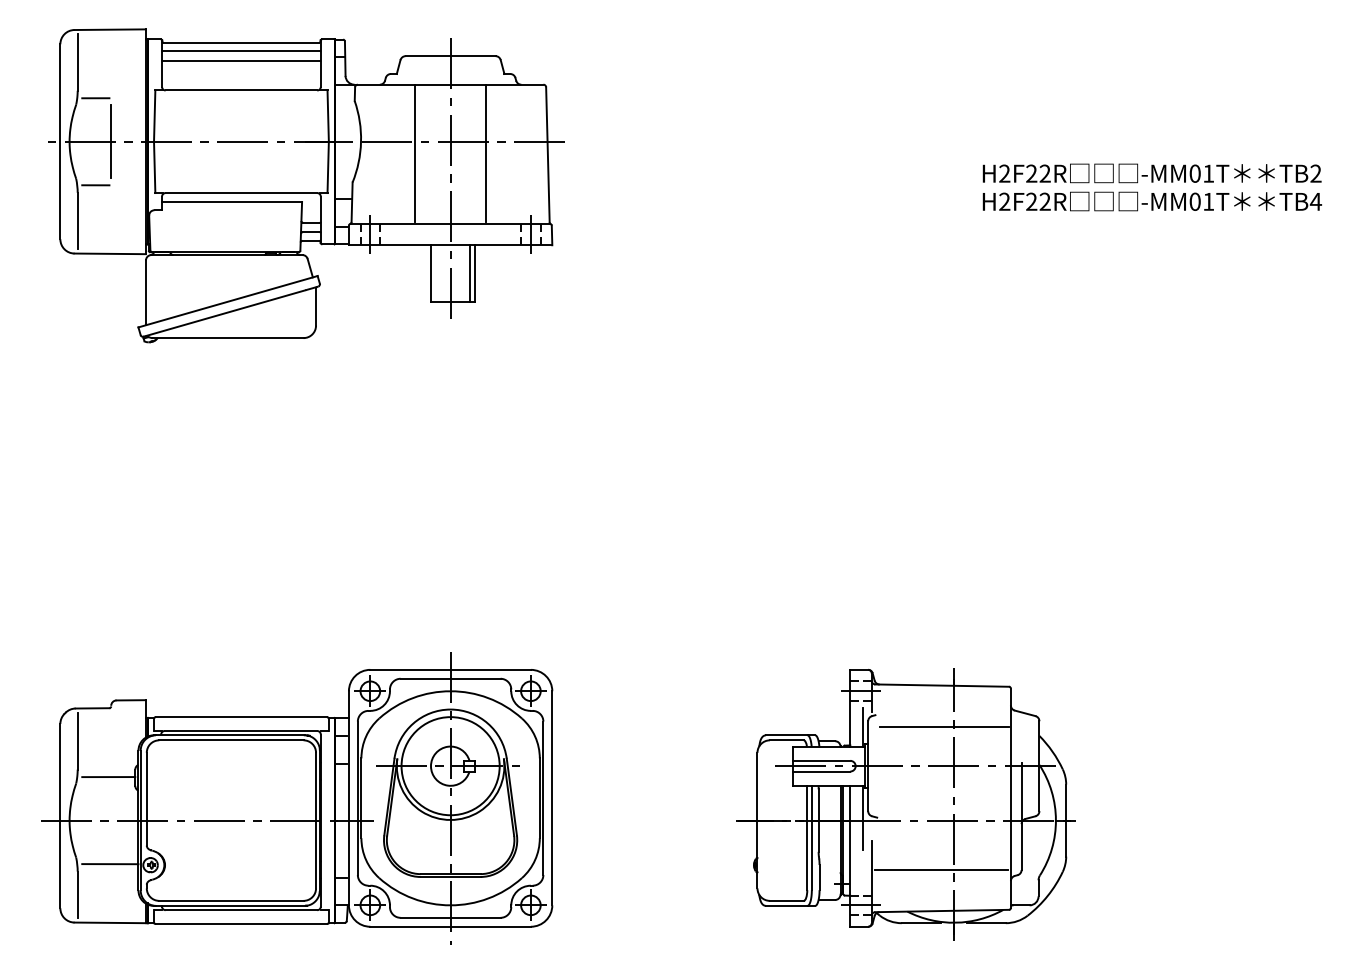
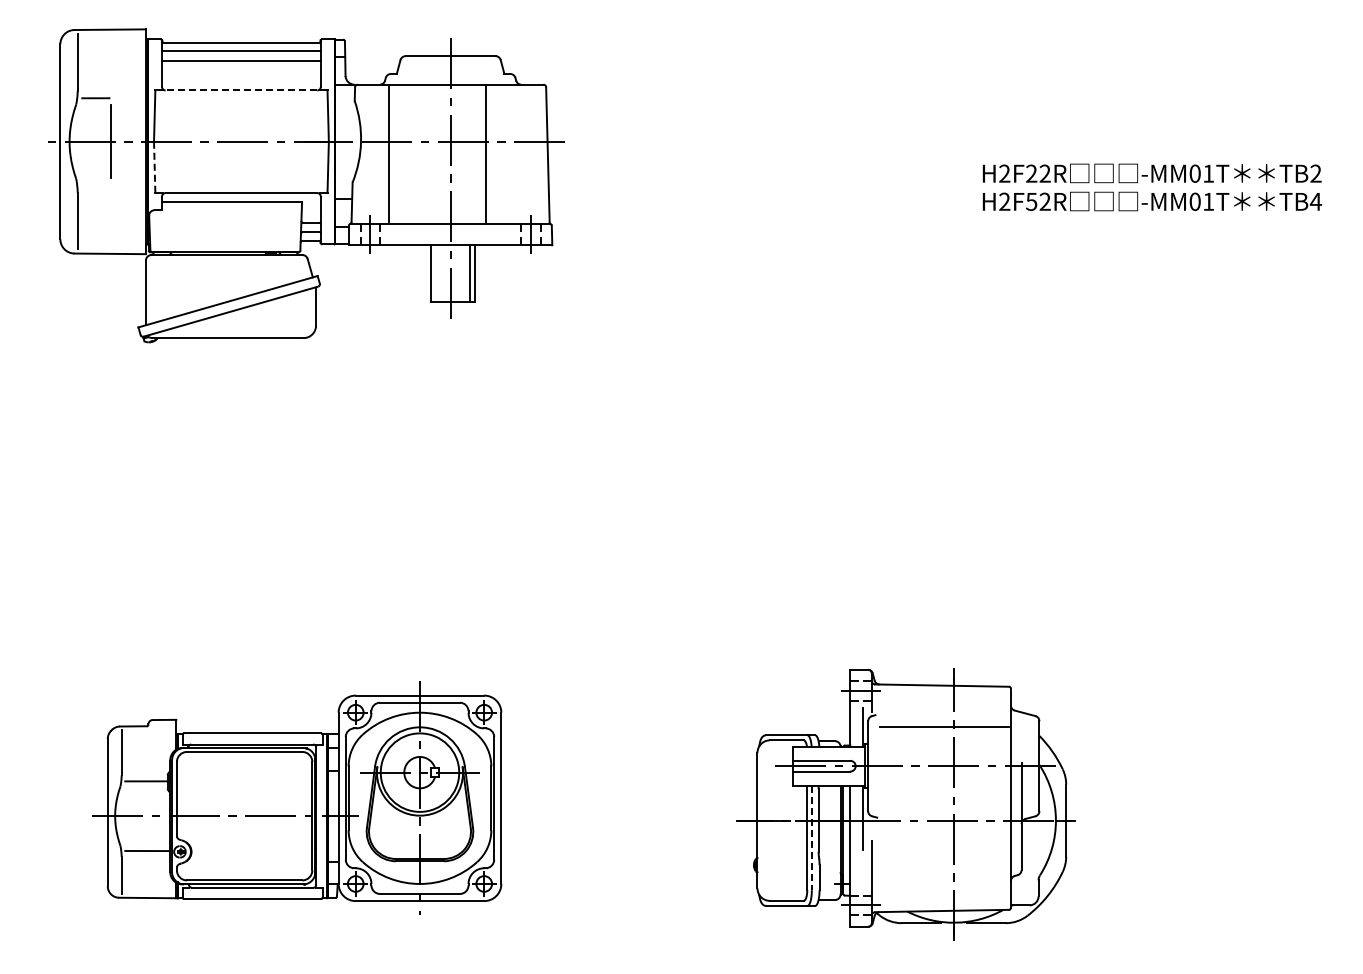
line at (241, 90): solid -> dashed
line at (414, 153) position: (414, 153) -> (388, 153)
line at (154, 167): solid -> dashed
line at (95, 185): present -> none
text at (1031, 201): H2F22R -> H2F52R
part at (297, 798) size: 513x293 px -> 411x234 px
line at (811, 838): solid -> dashed
line at (941, 869): present -> none
